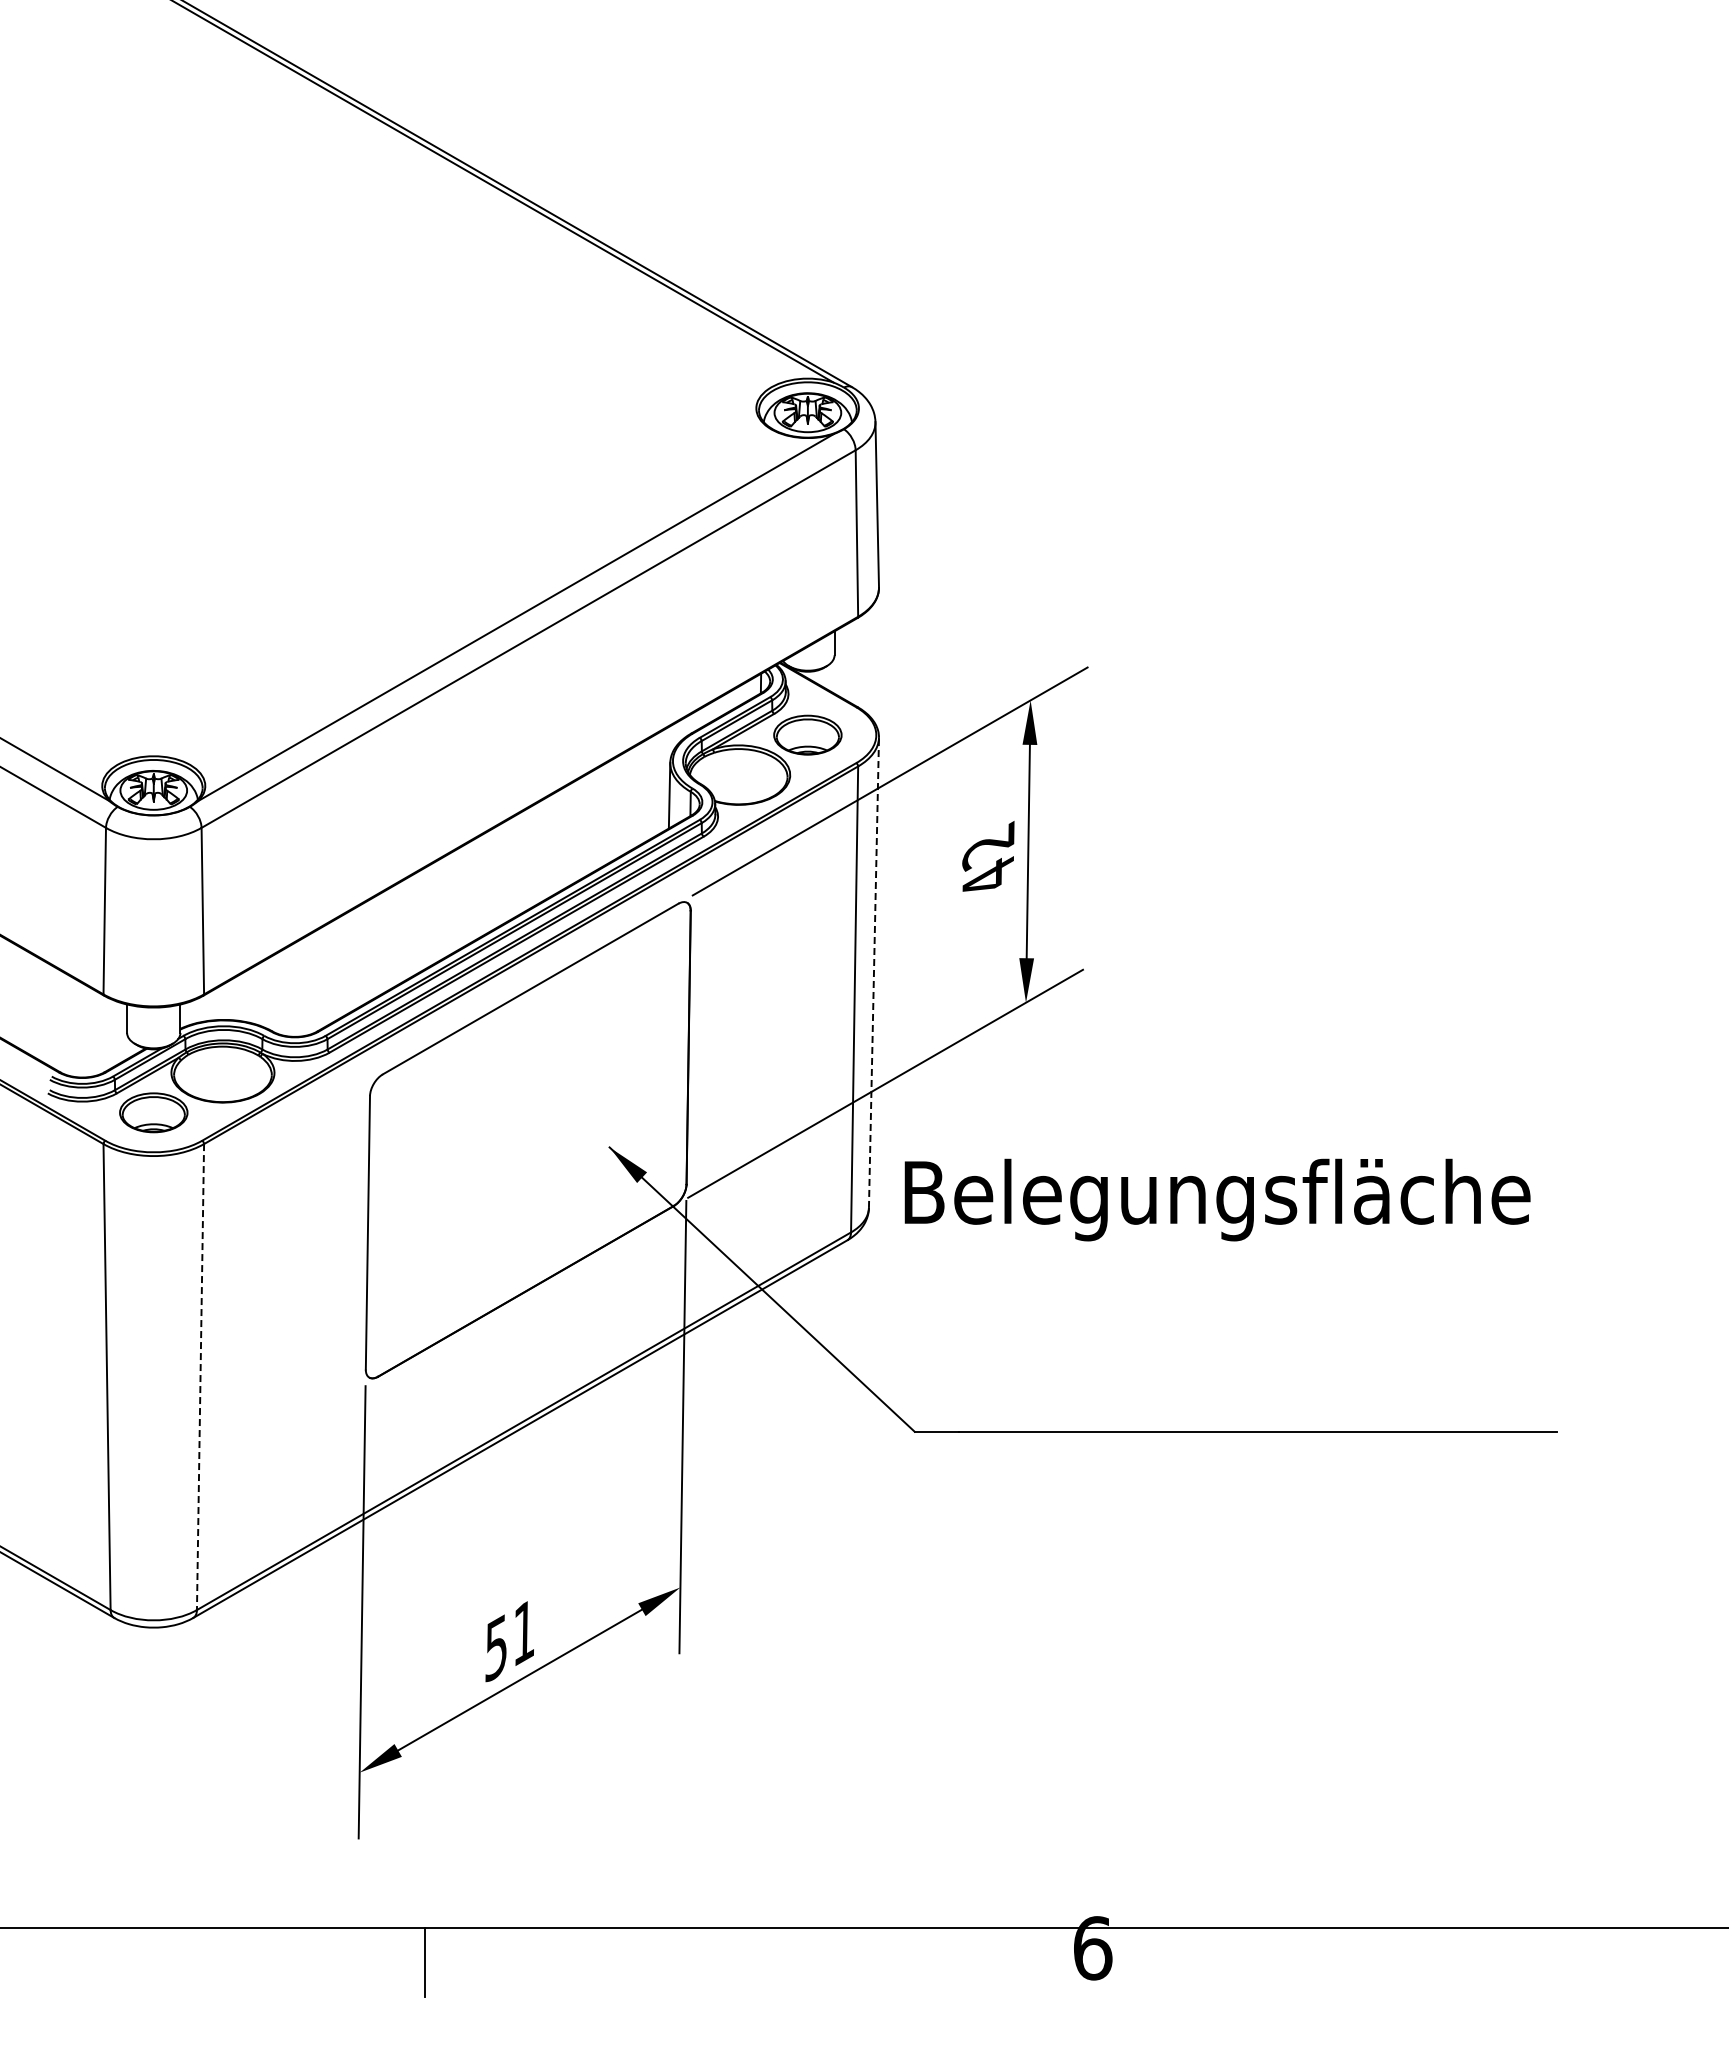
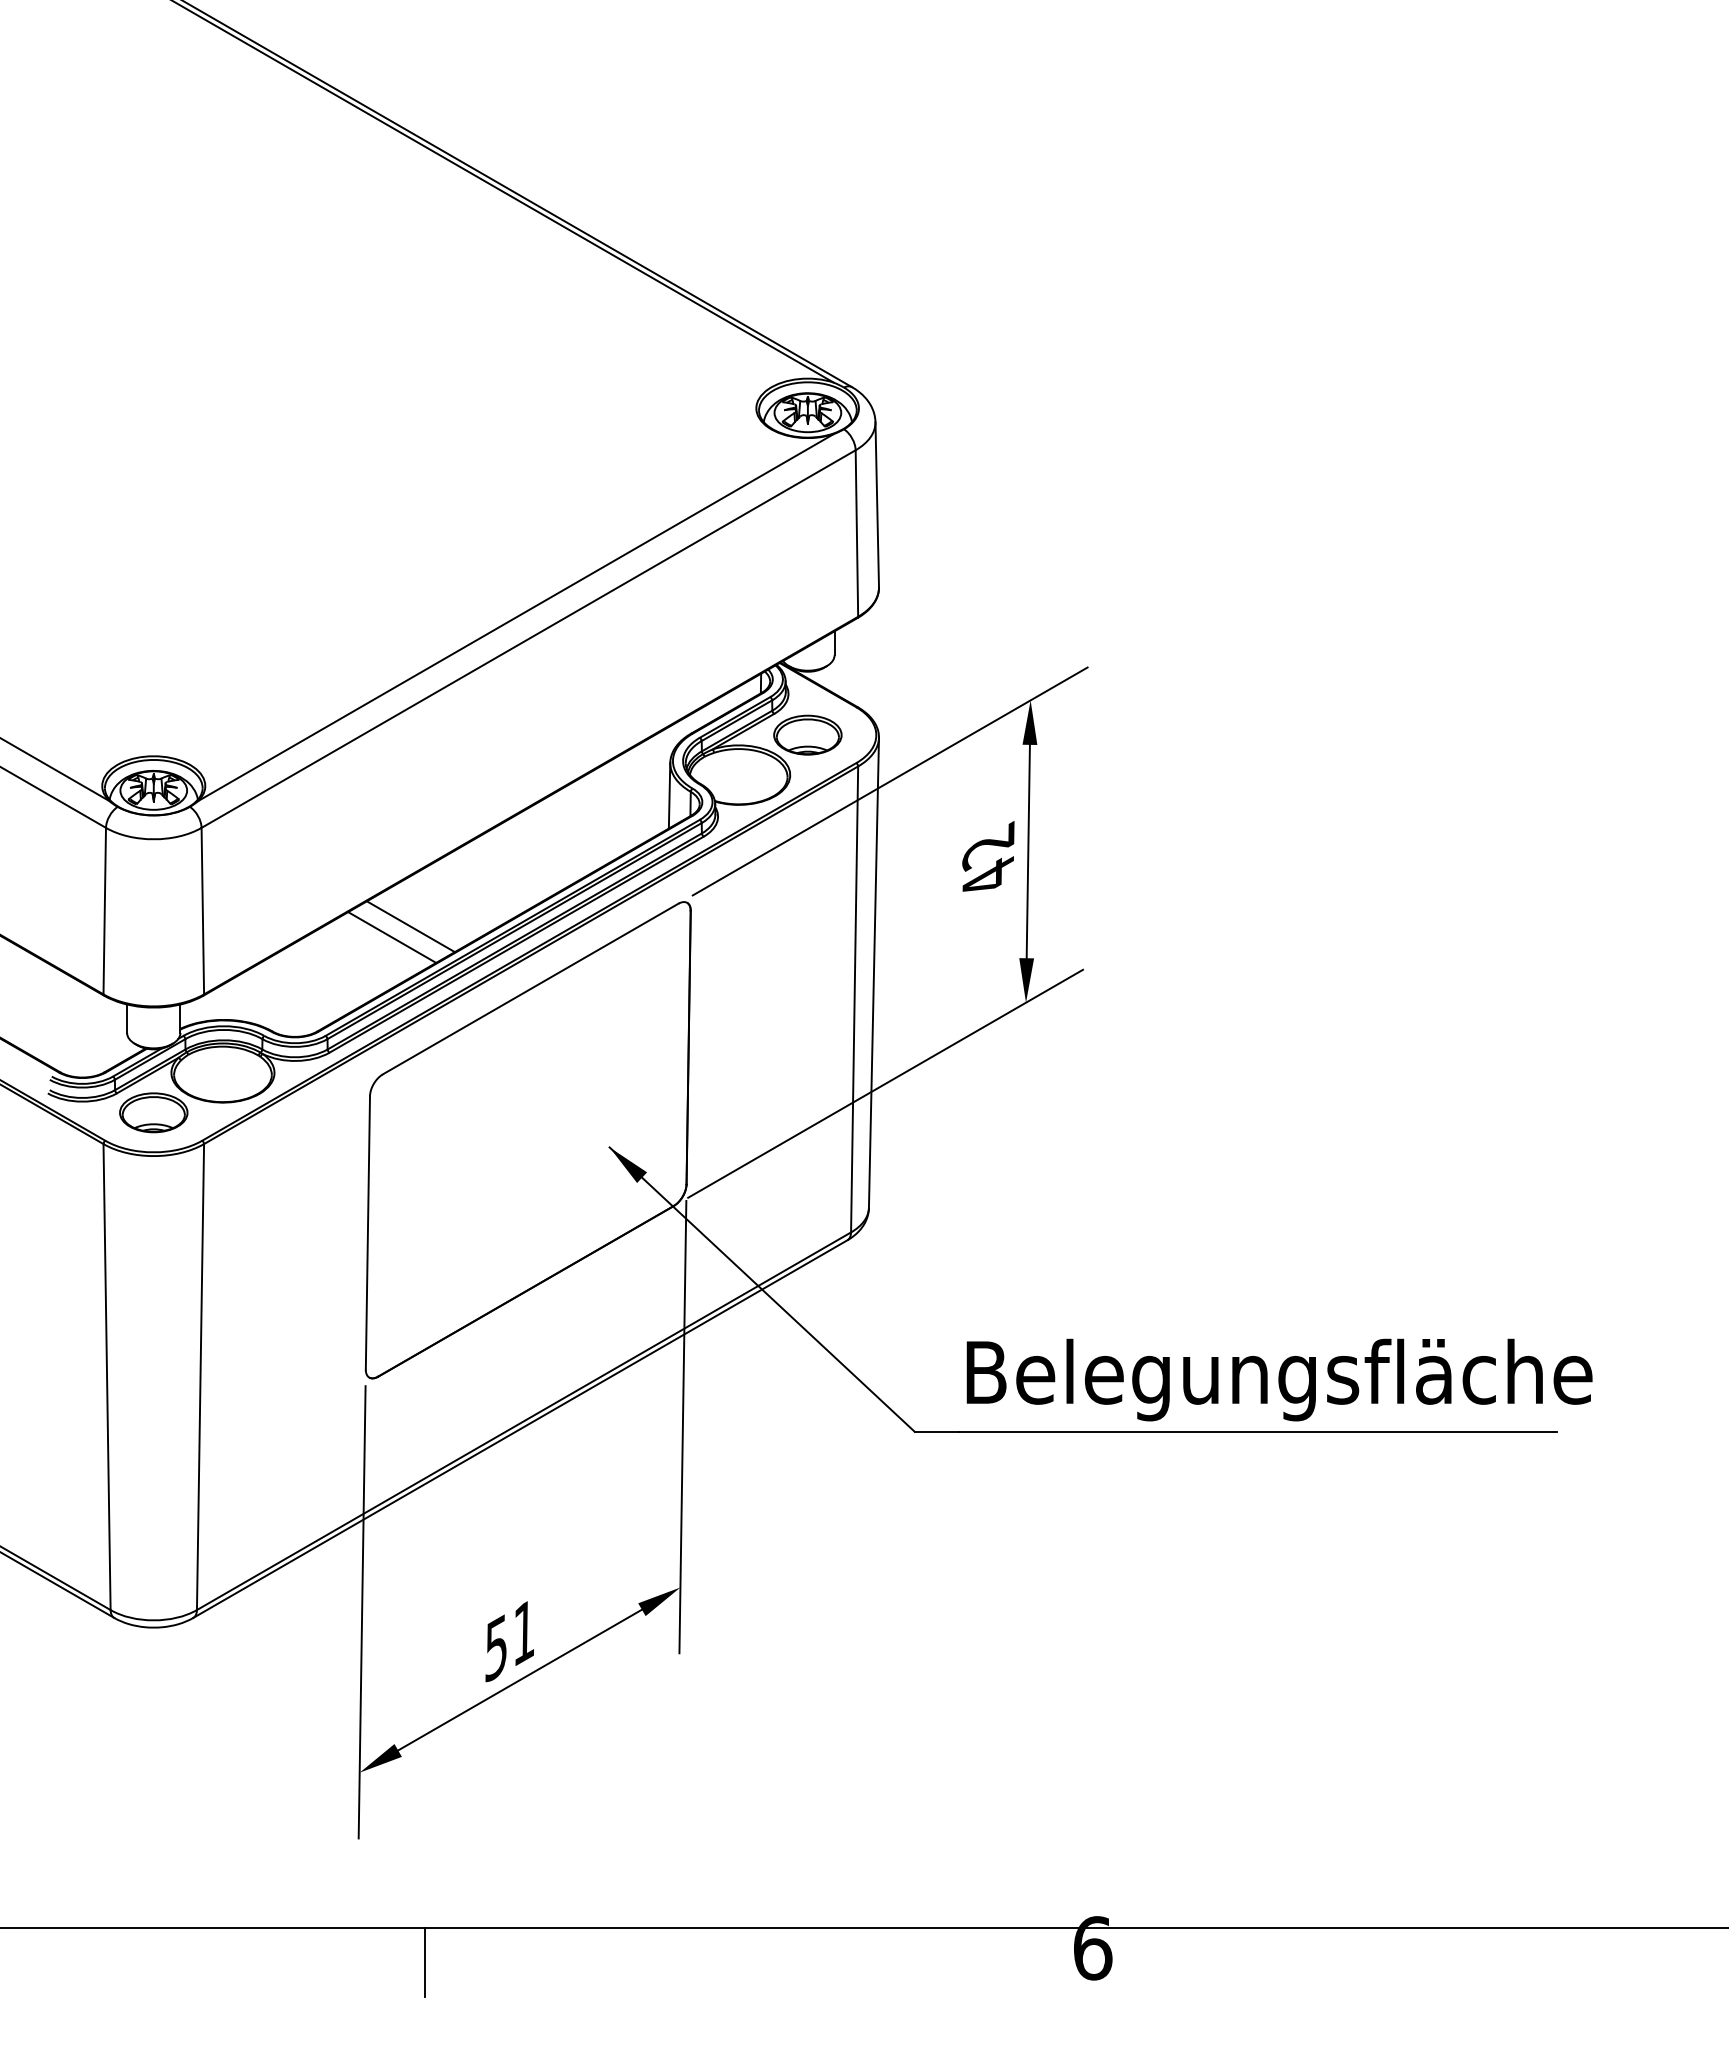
line at (410, 926): none -> present
line at (392, 937): none -> present
line at (873, 972): dashed -> solid
text at (1217, 1199) position: (1217, 1199) -> (1279, 1379)
line at (200, 1377): dashed -> solid
